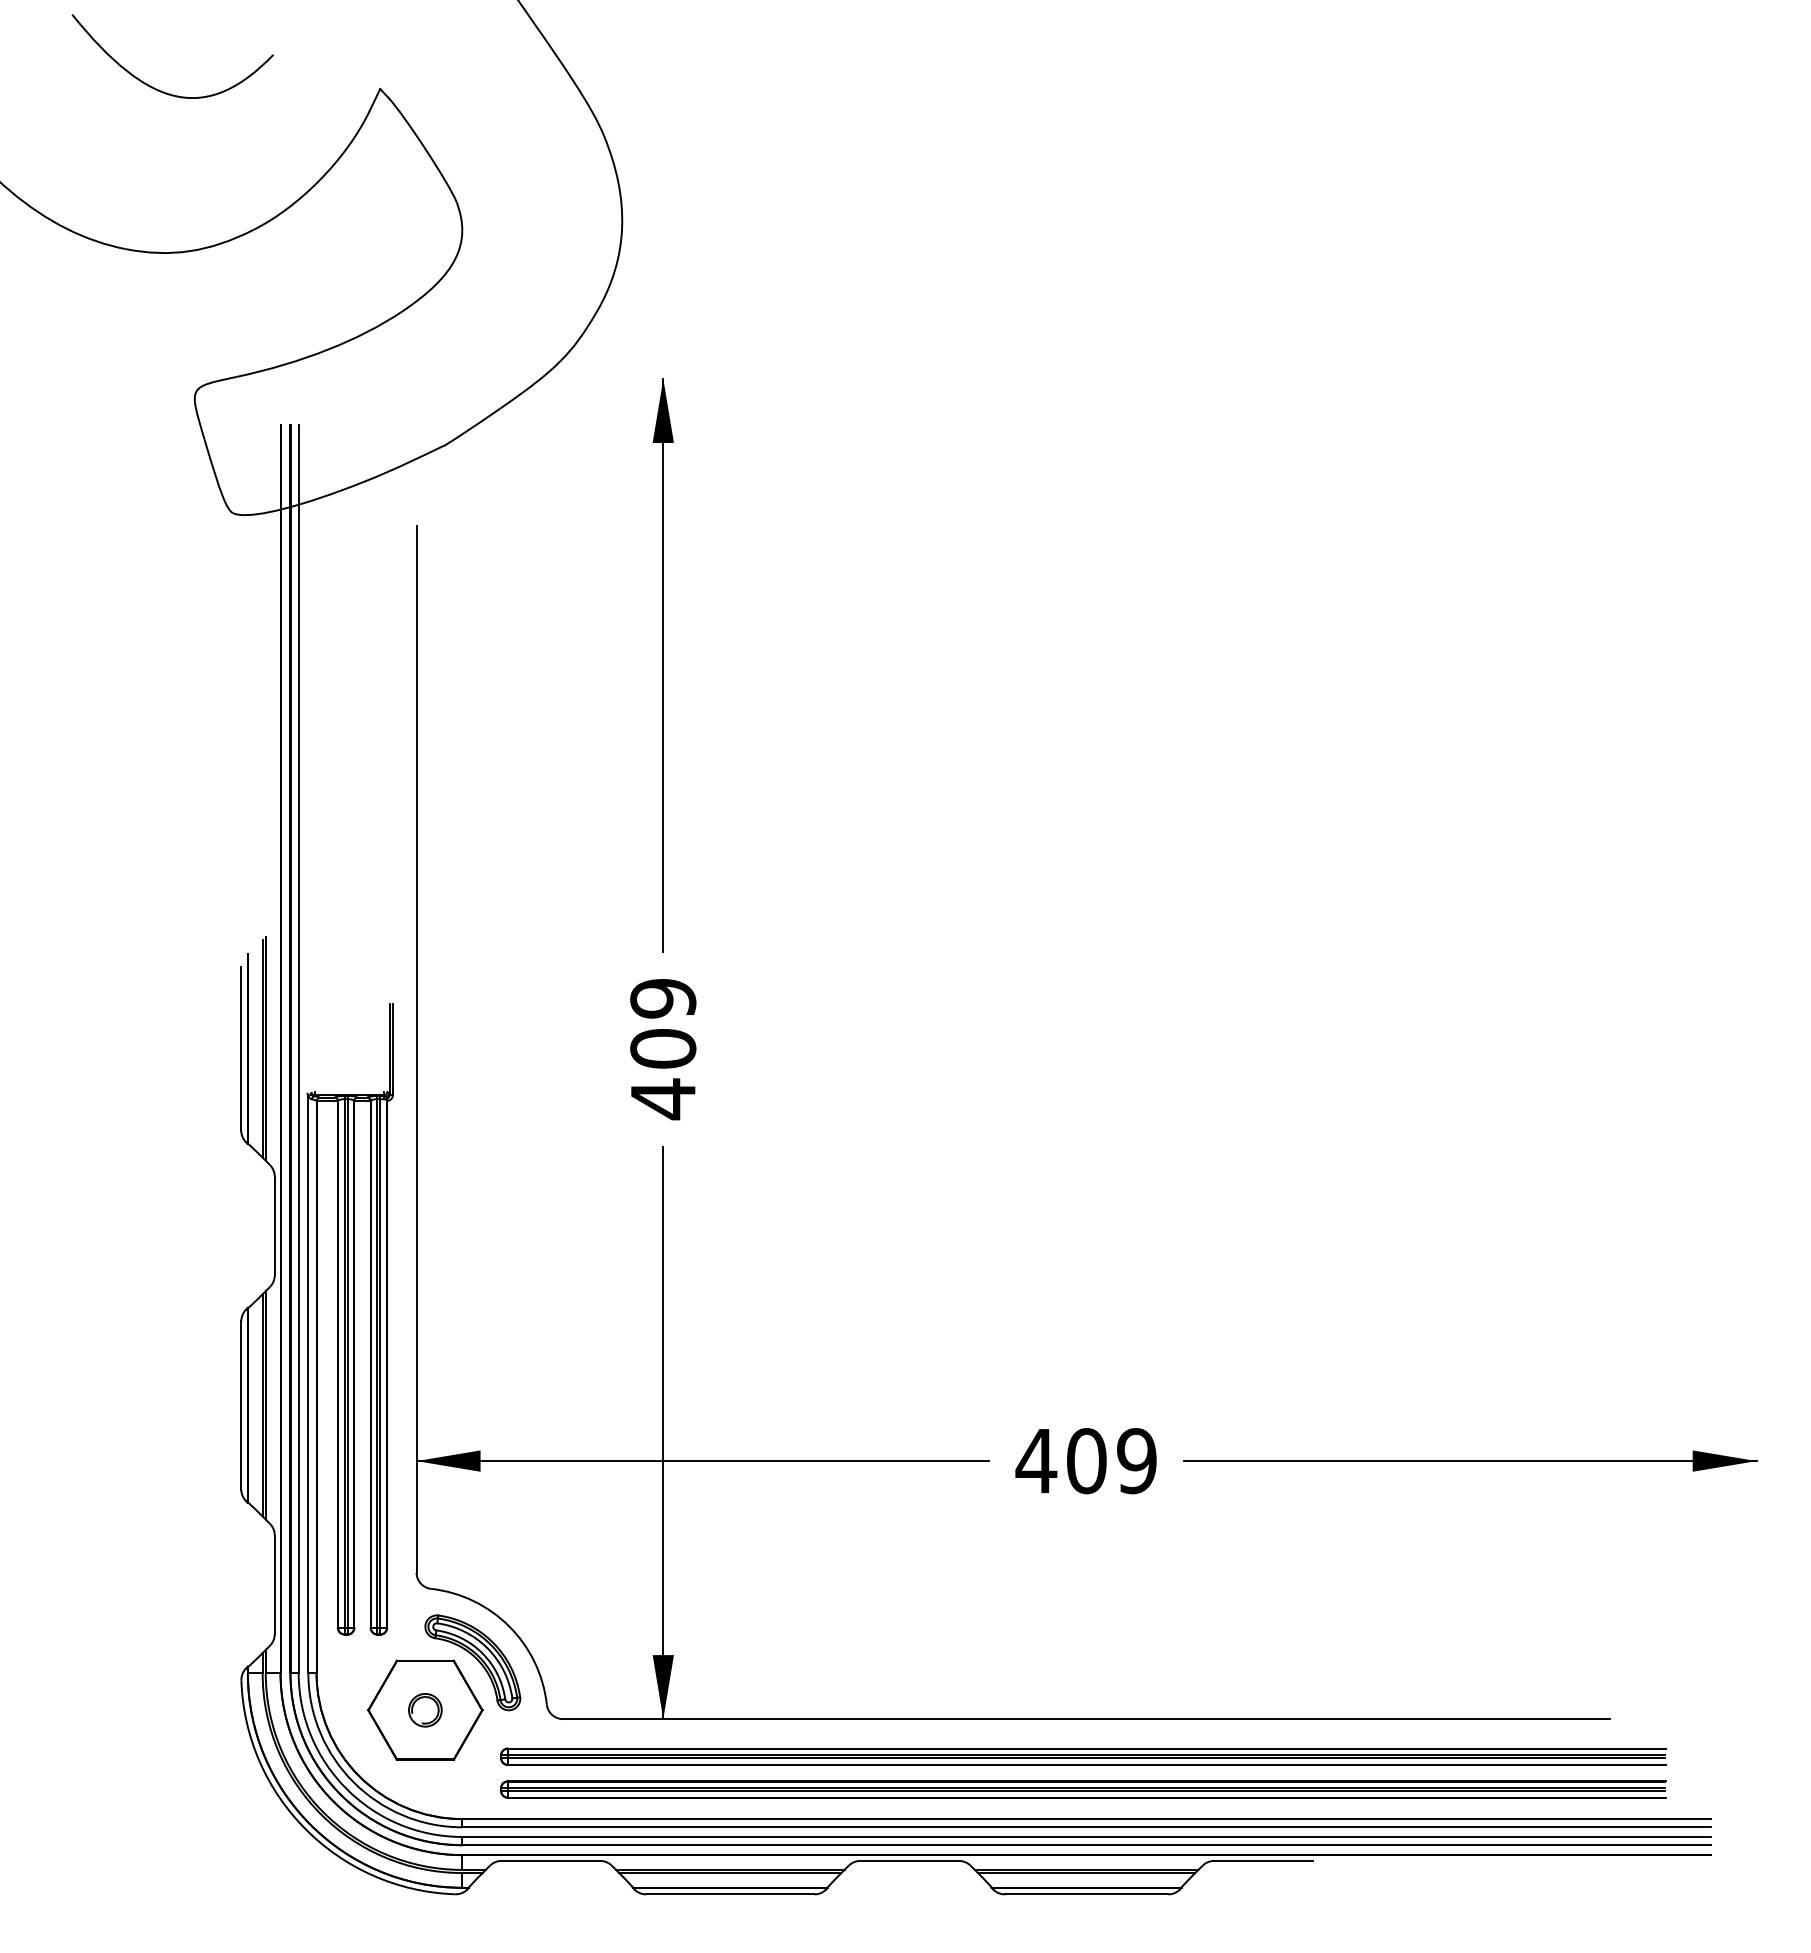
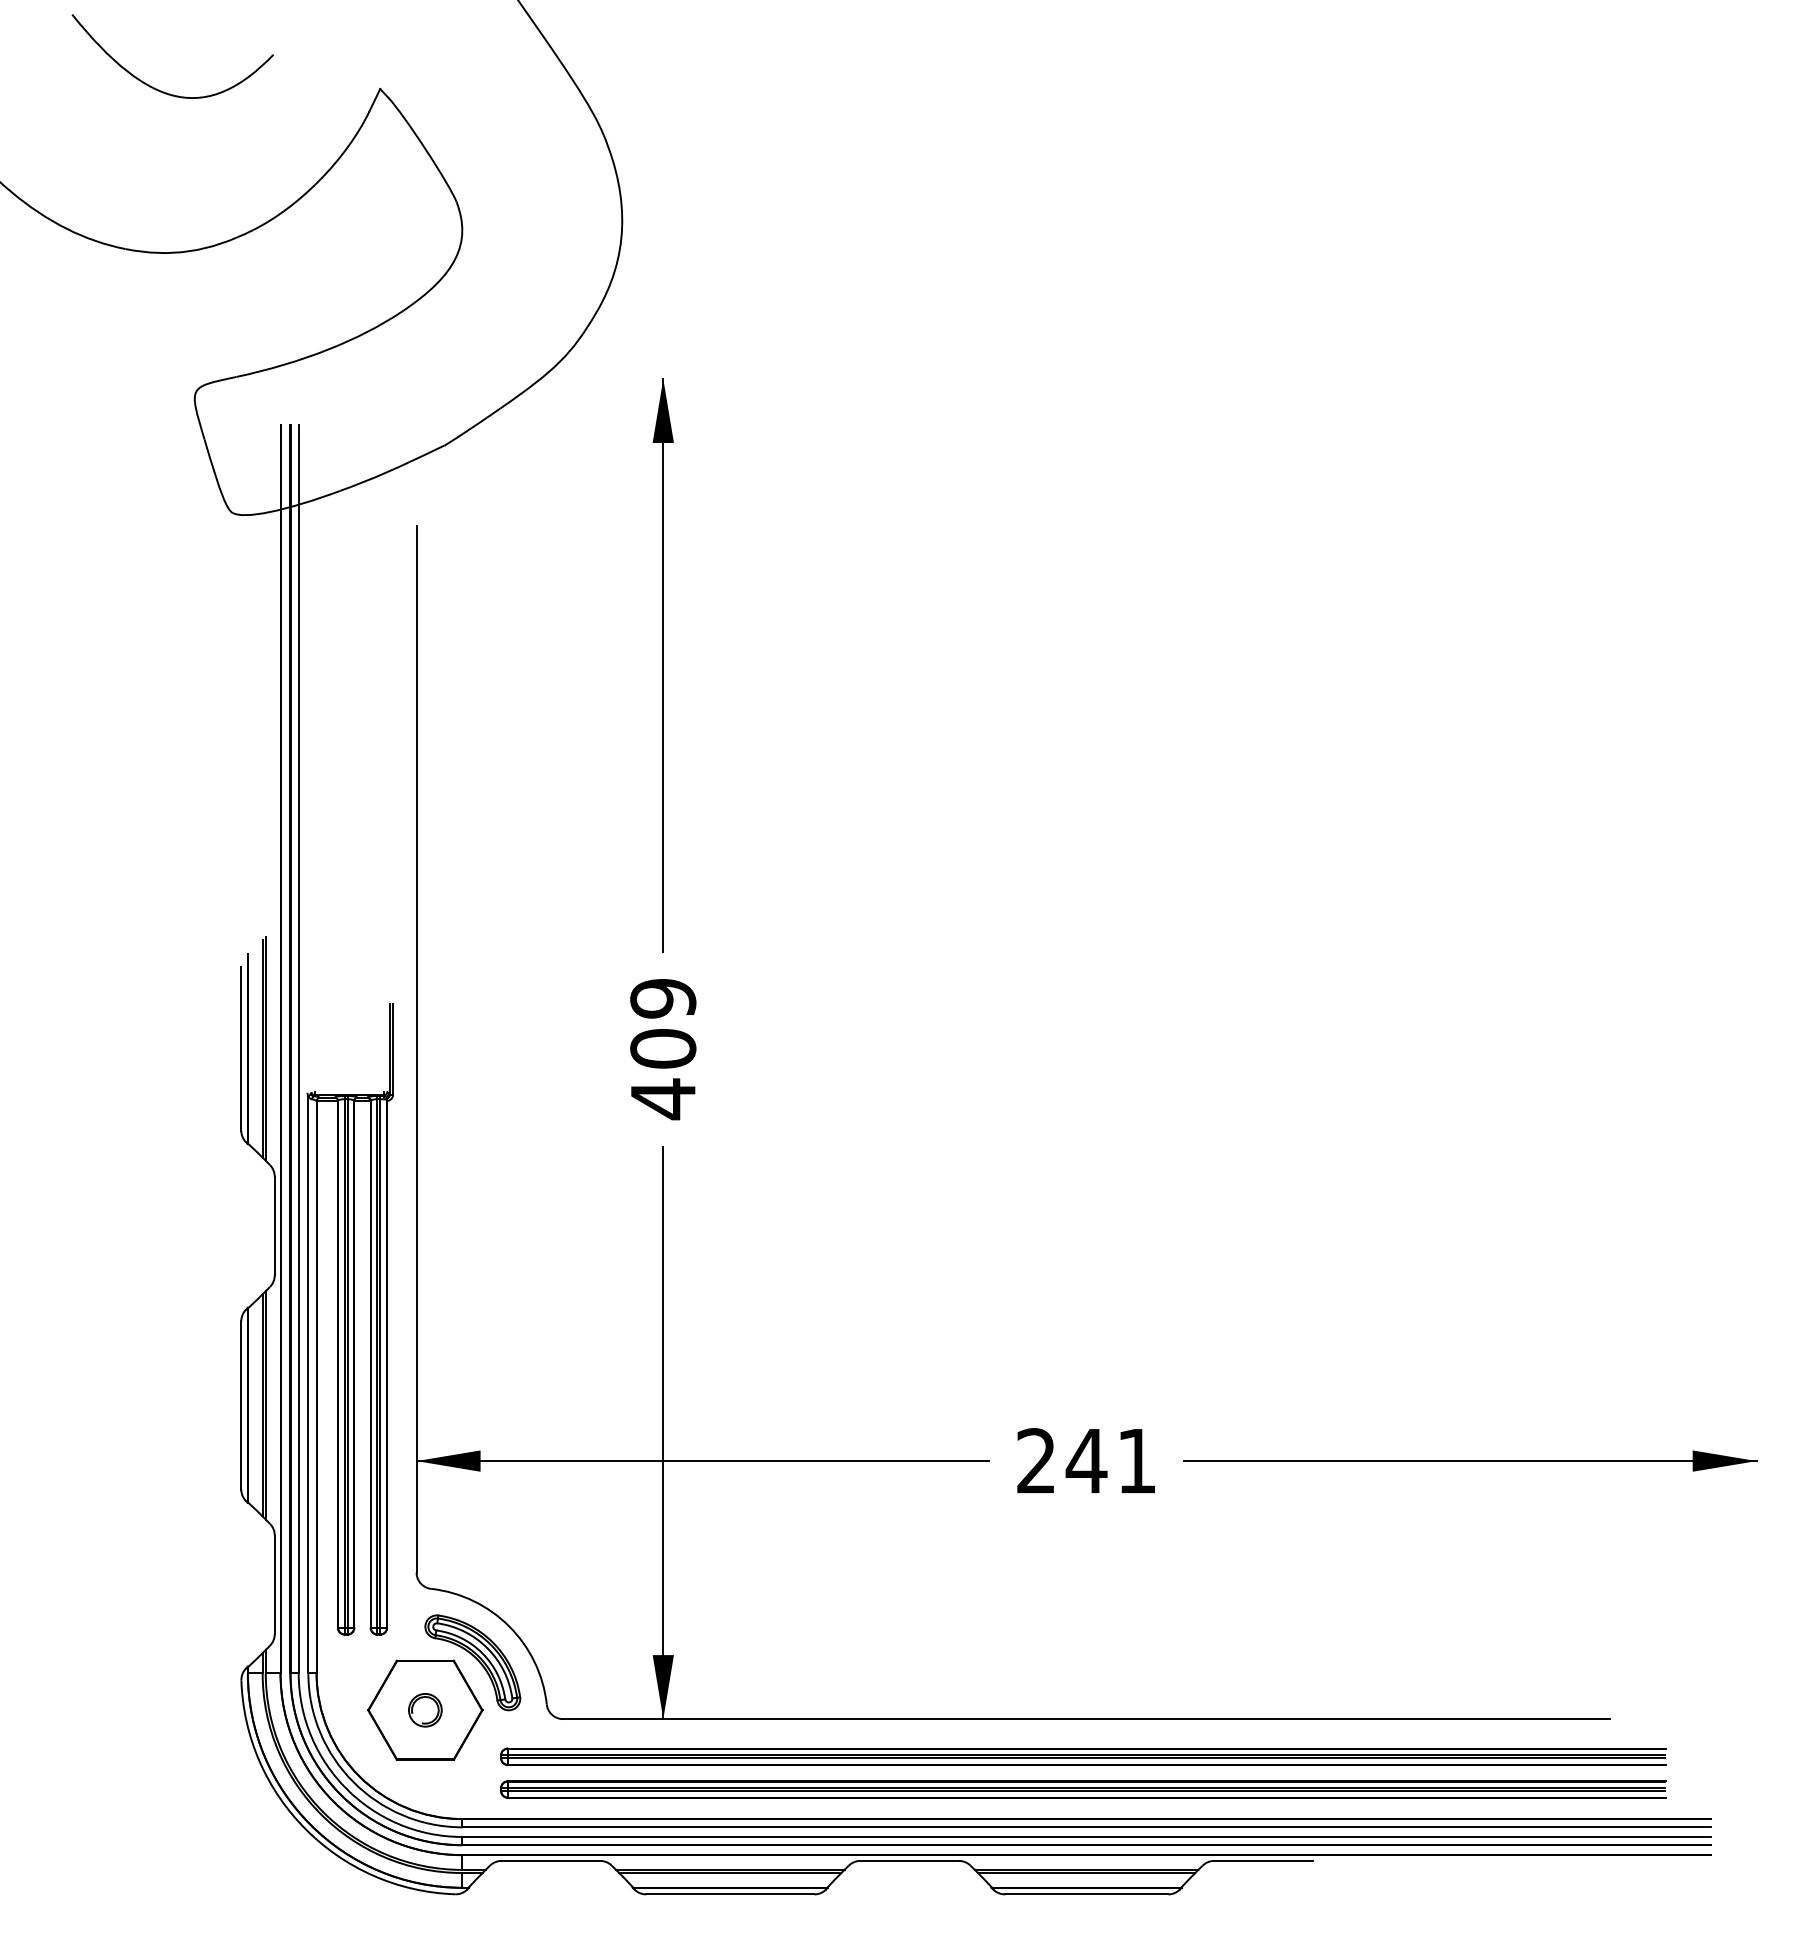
text at (1085, 1461): 409 -> 241
